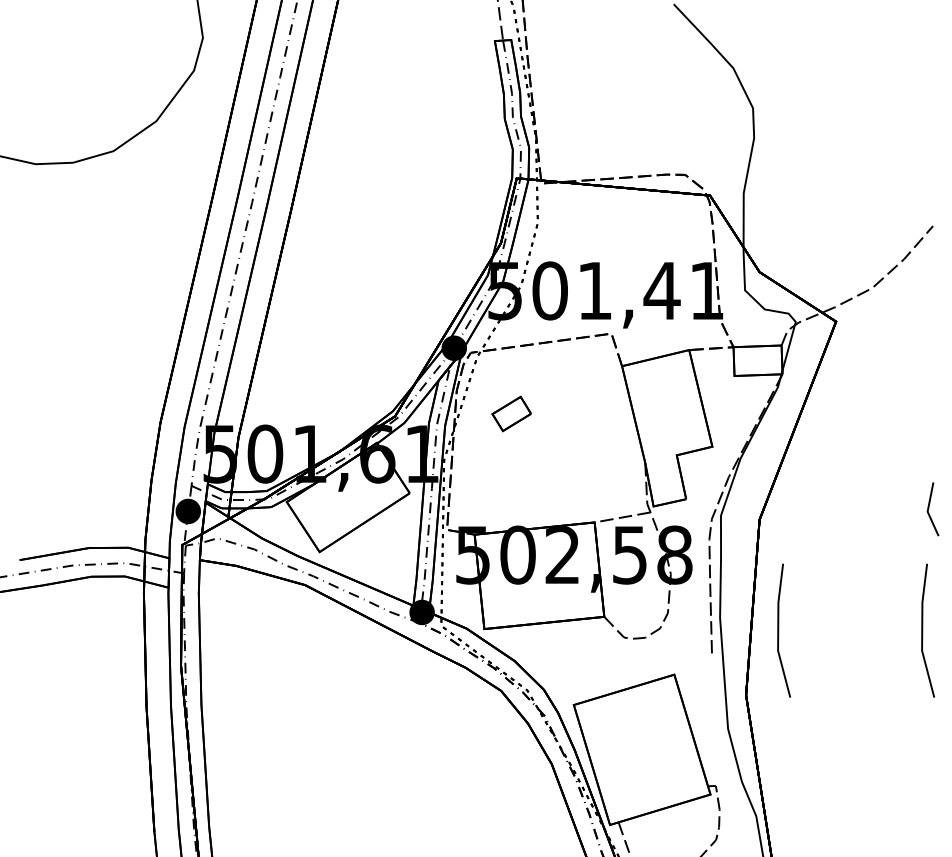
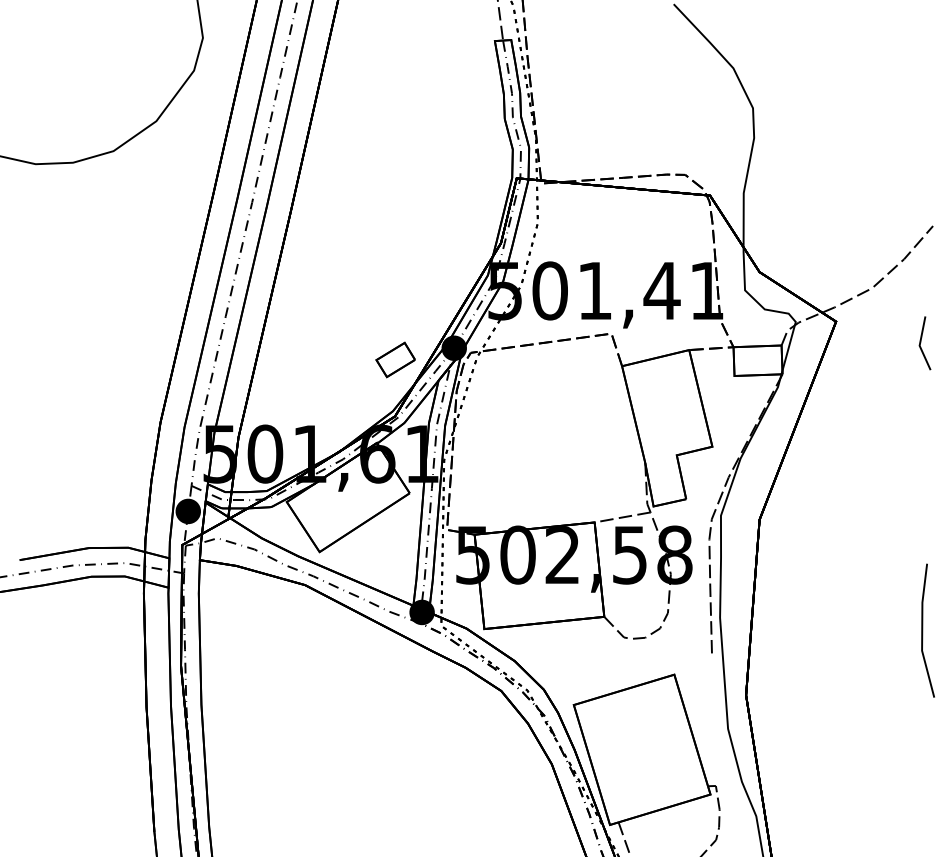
part at (511, 413) position: (511, 413) -> (395, 359)
line at (929, 508) position: (929, 508) -> (921, 342)
line at (779, 630): present -> none
